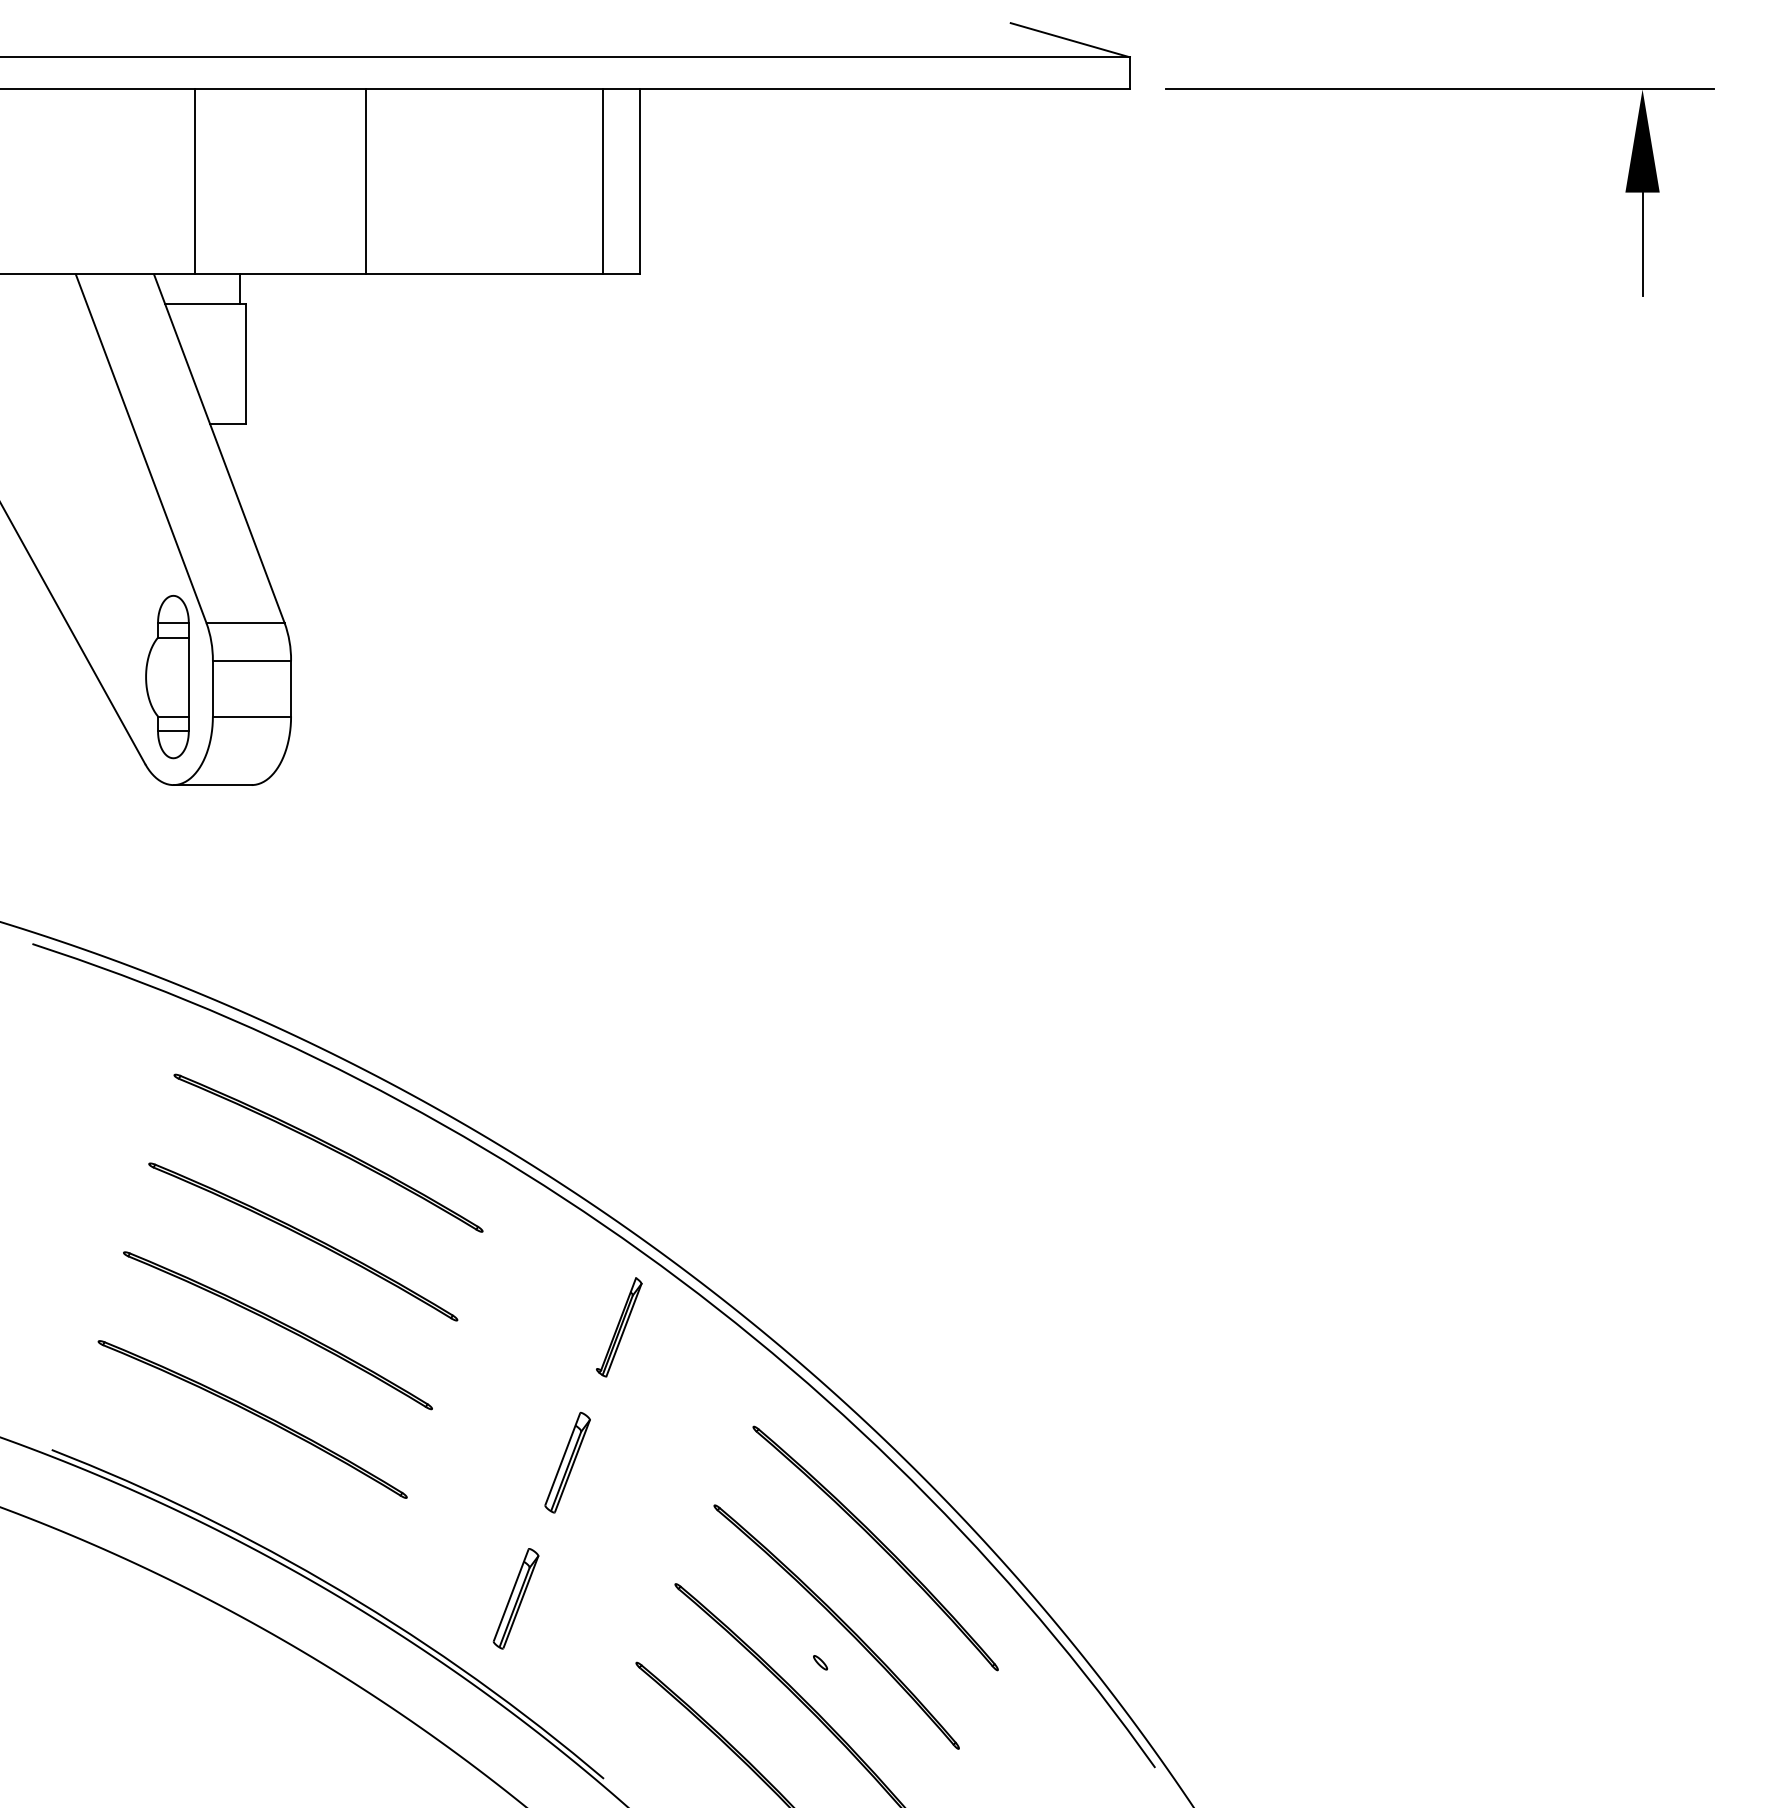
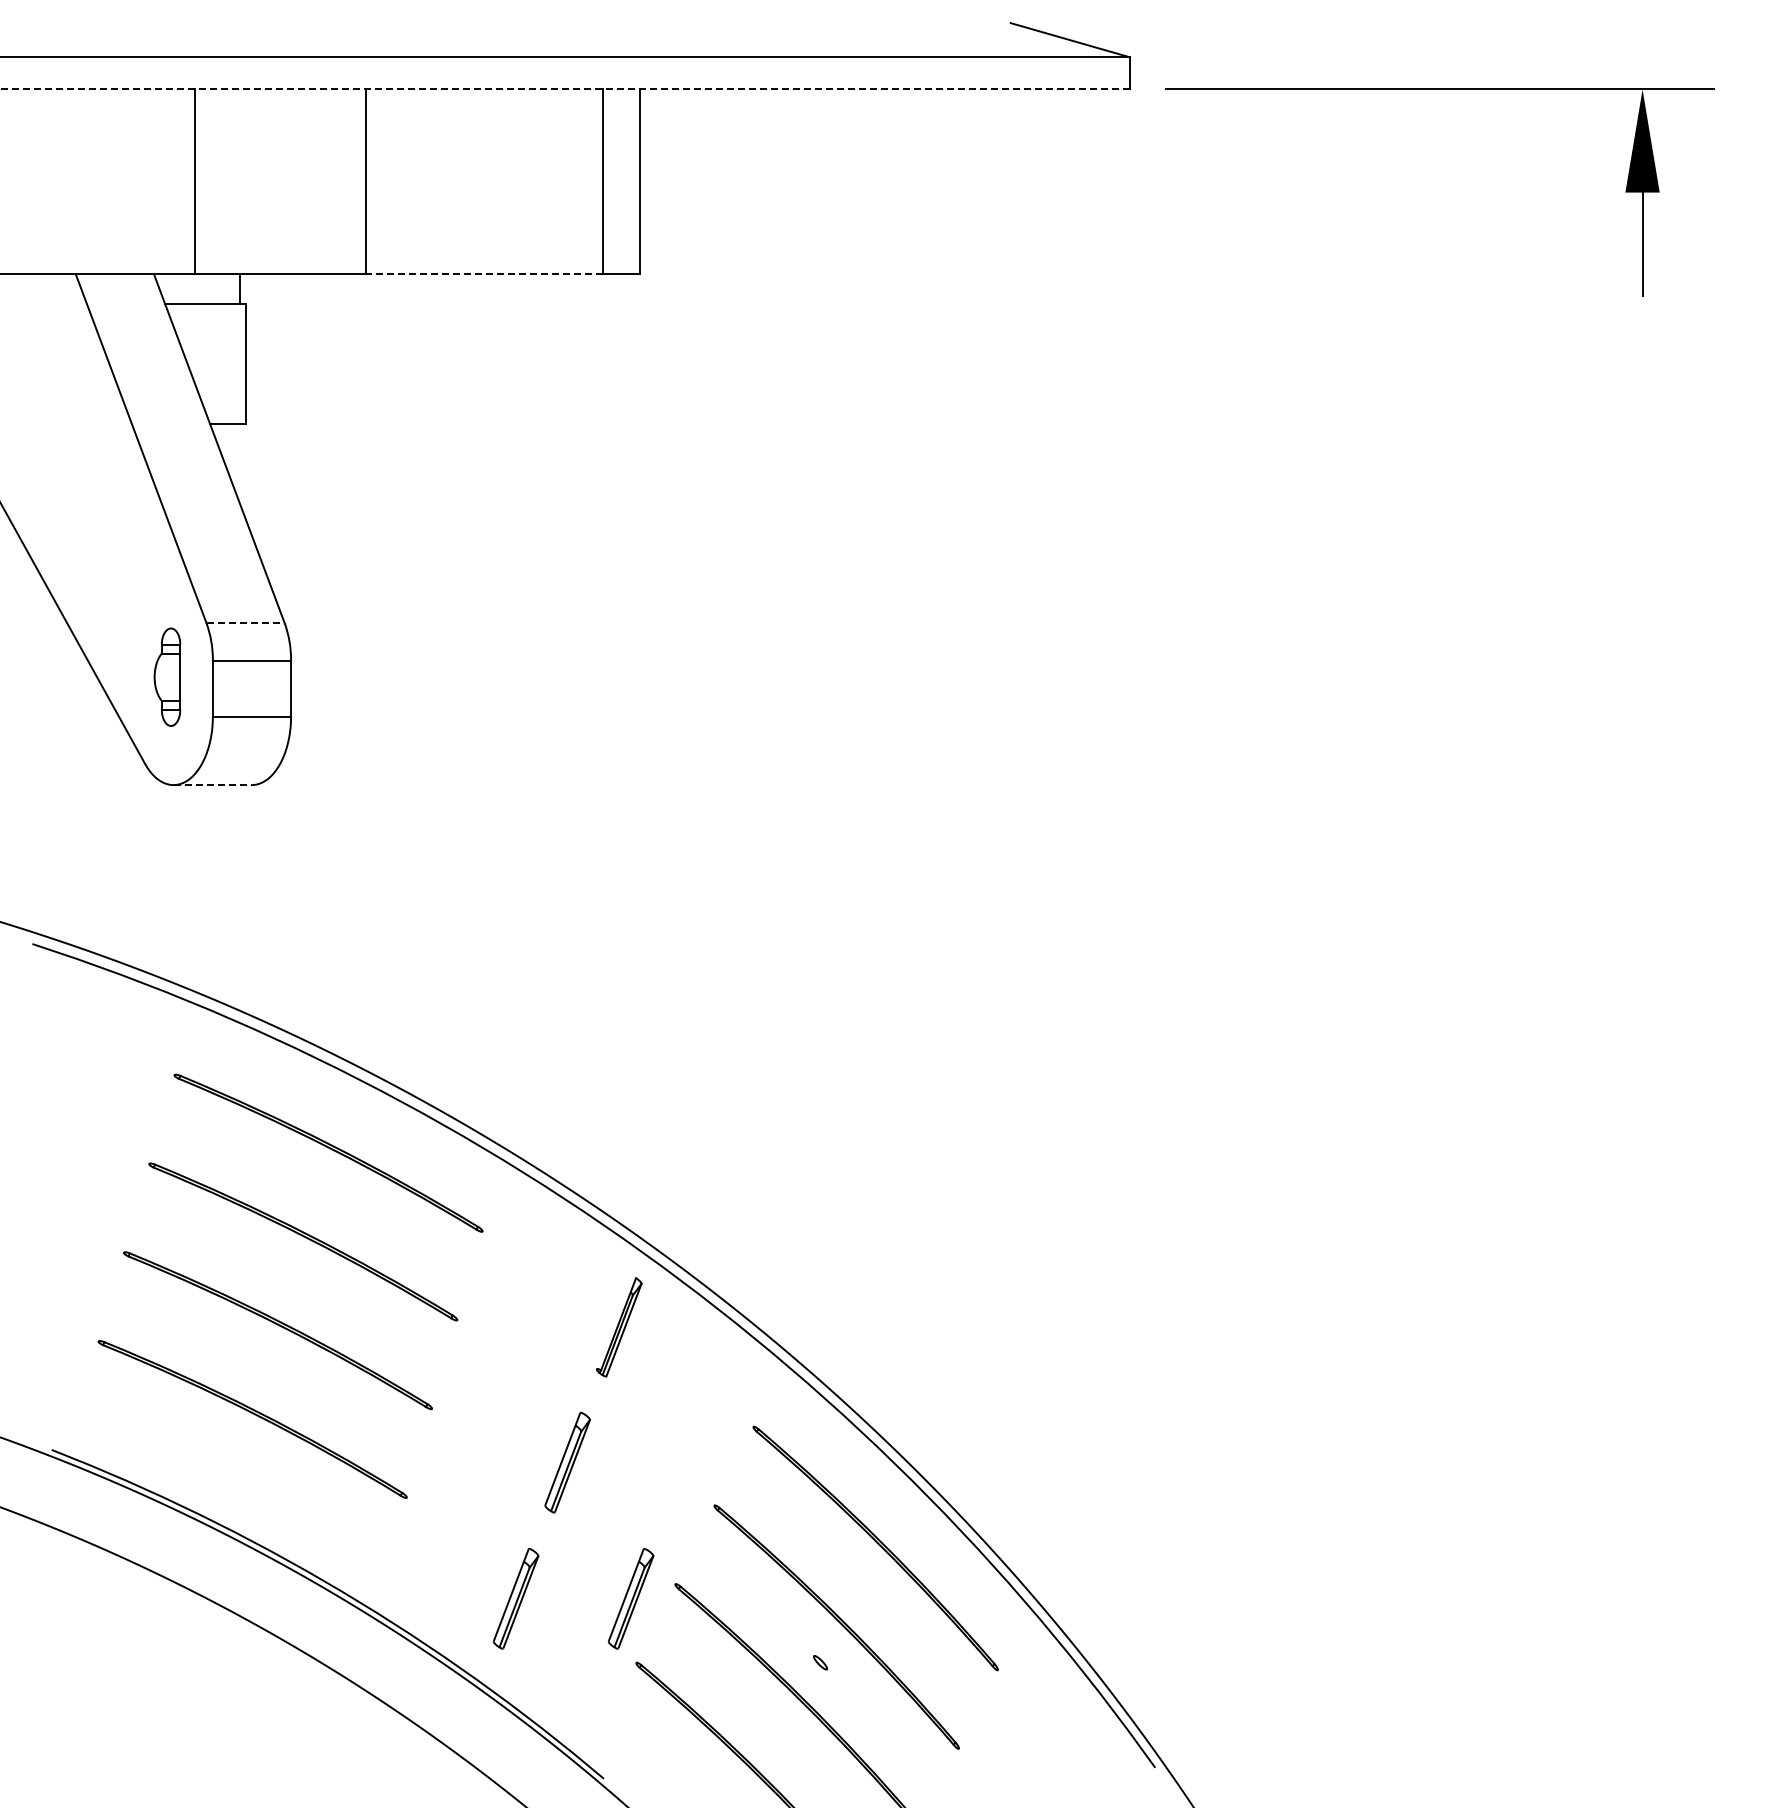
line at (565, 89): solid -> dashed
line at (484, 274): solid -> dashed
line at (246, 623): solid -> dashed
part at (167, 677) size: 45x165 px -> 29x100 px
line at (213, 785): solid -> dashed
part at (630, 1598): none -> present
